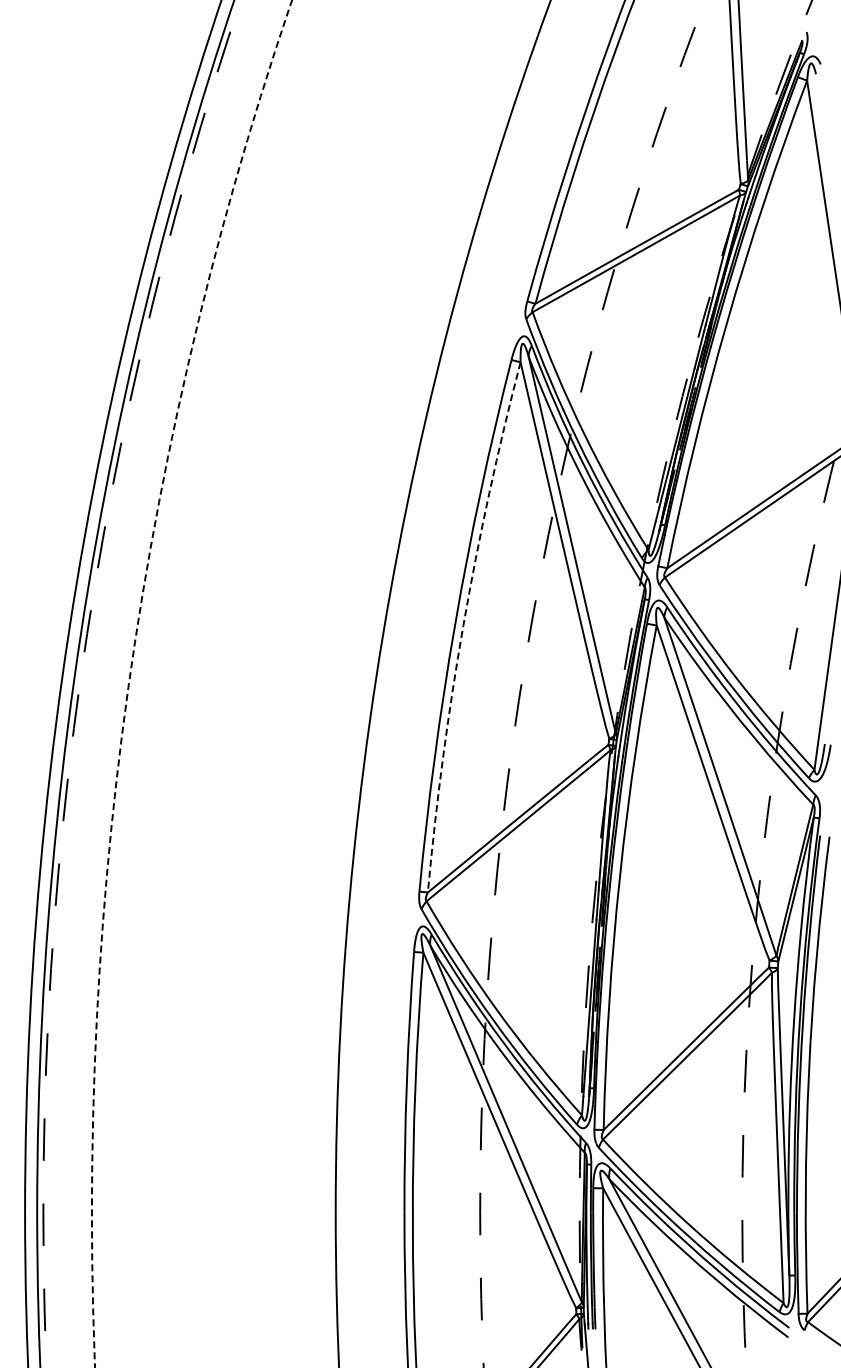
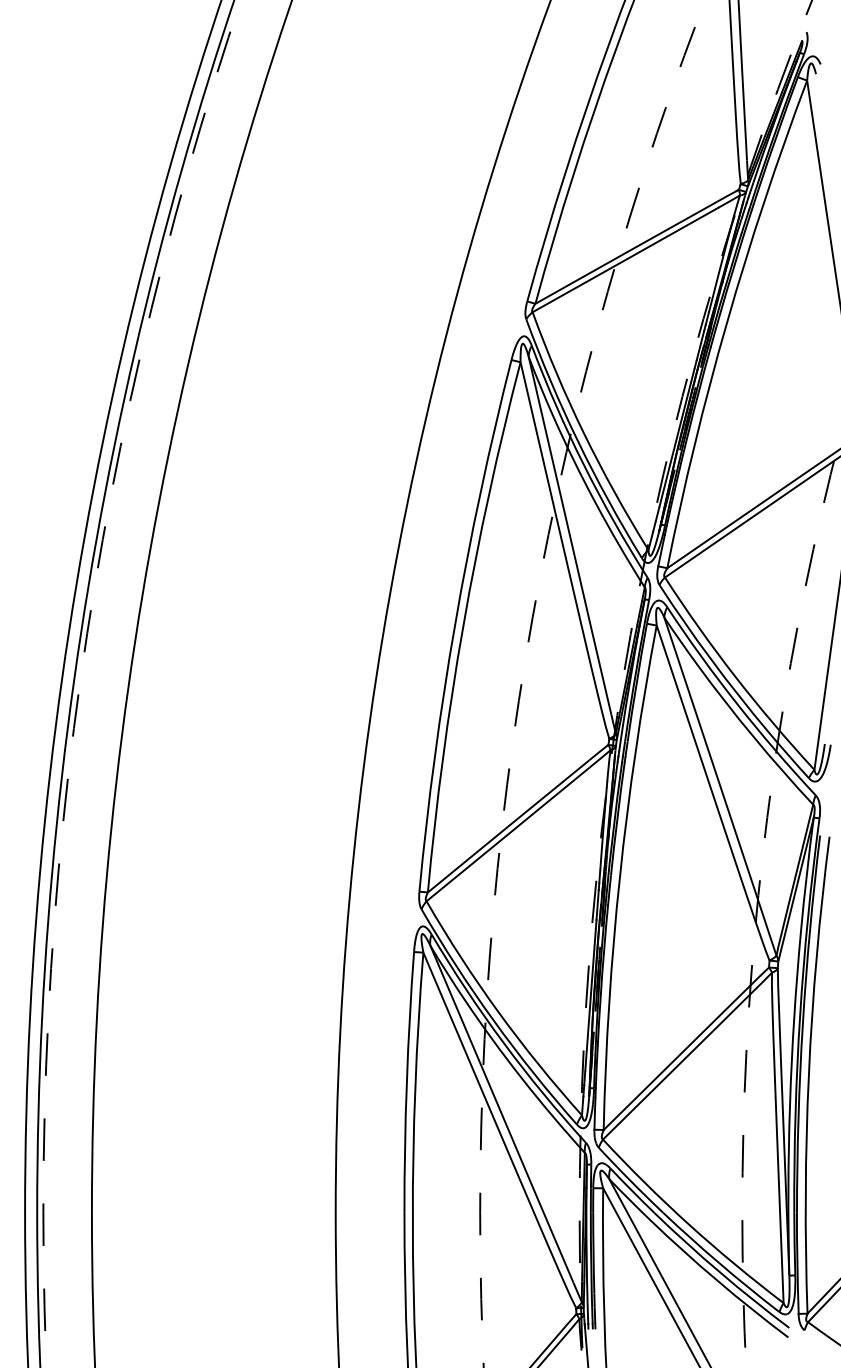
arc at (463, 625): dashed -> solid
circle at (191, 683): dashed -> solid
